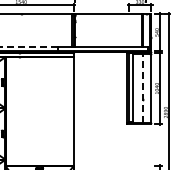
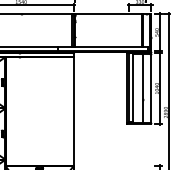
line at (29, 46): dashed -> solid
line at (143, 88): dashed -> solid
